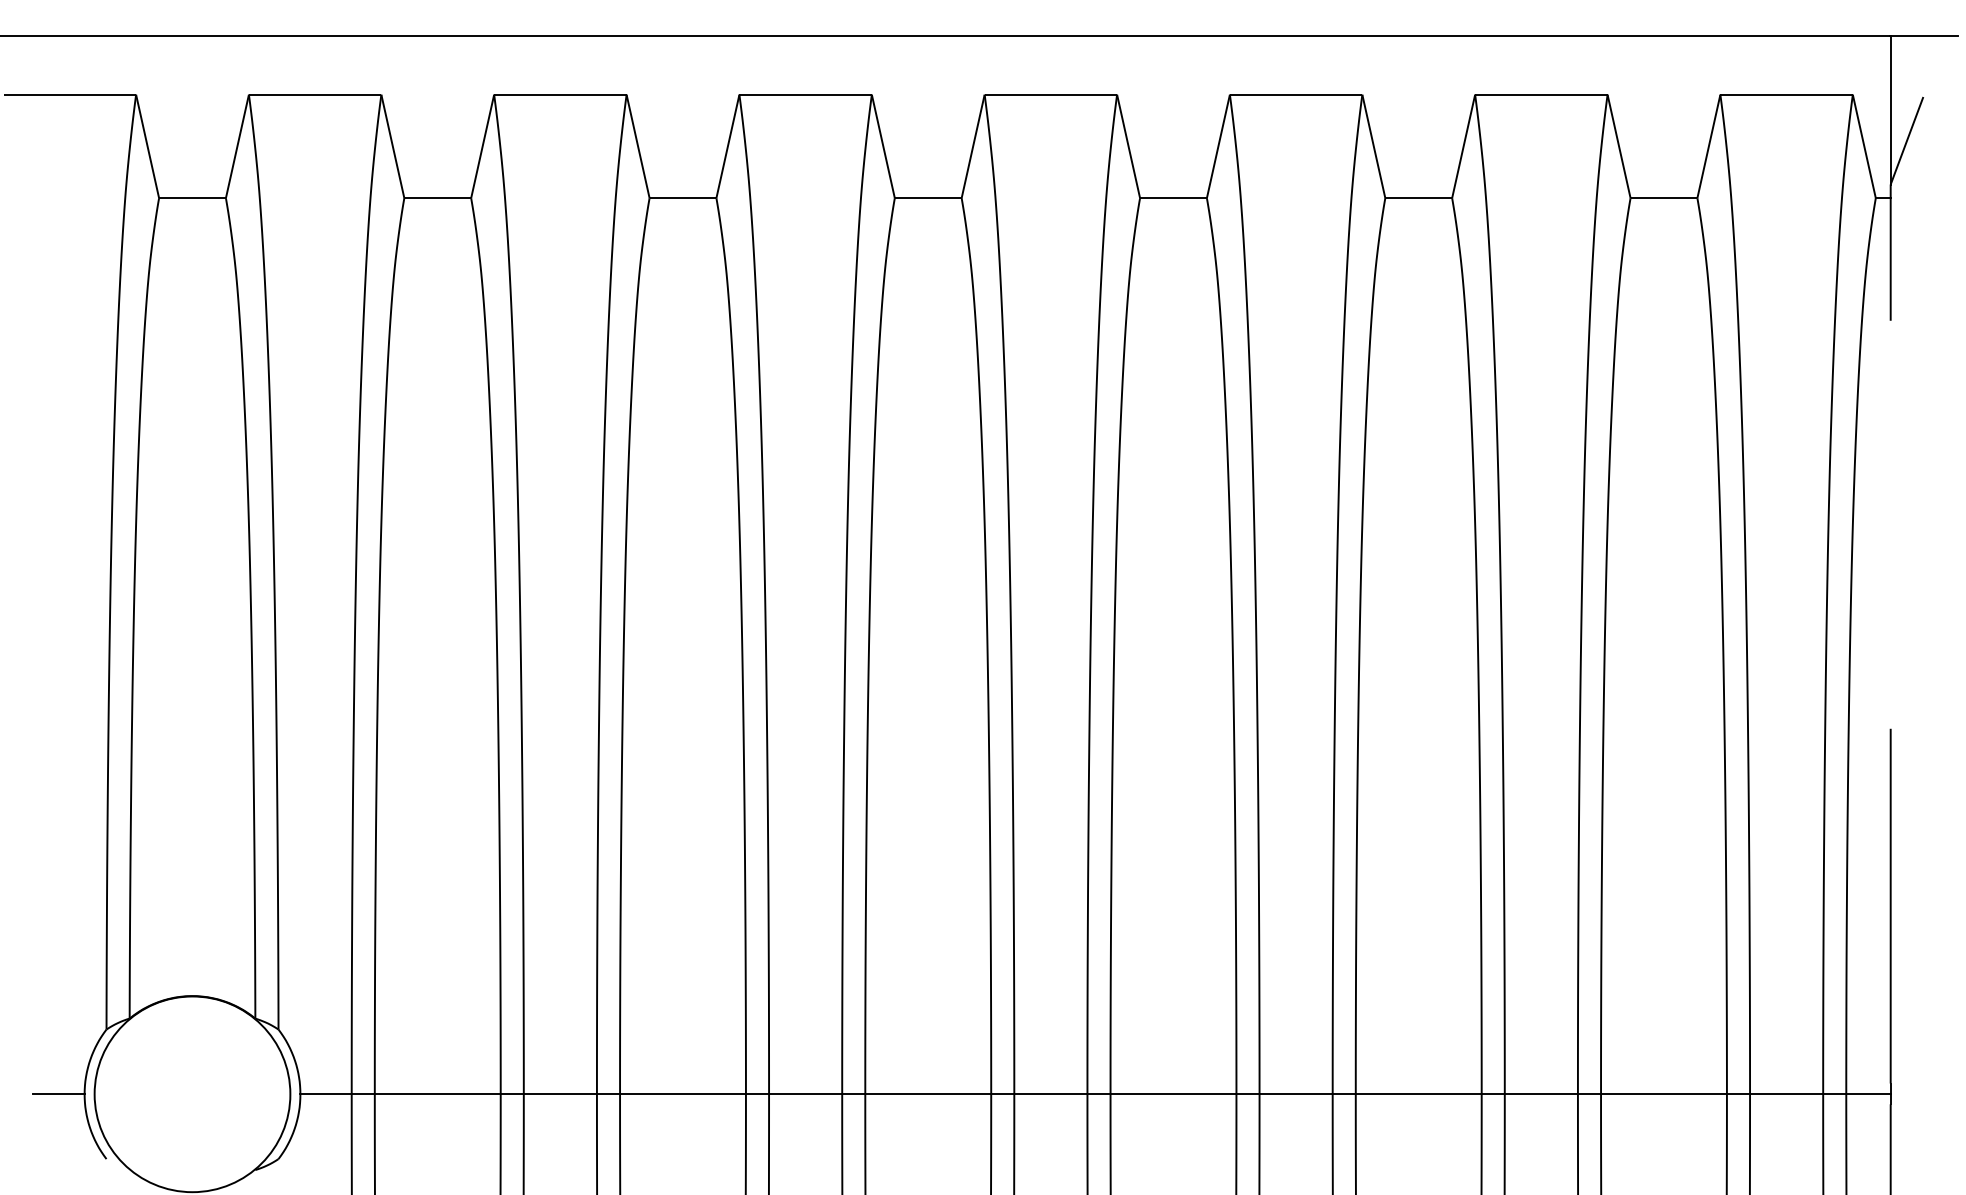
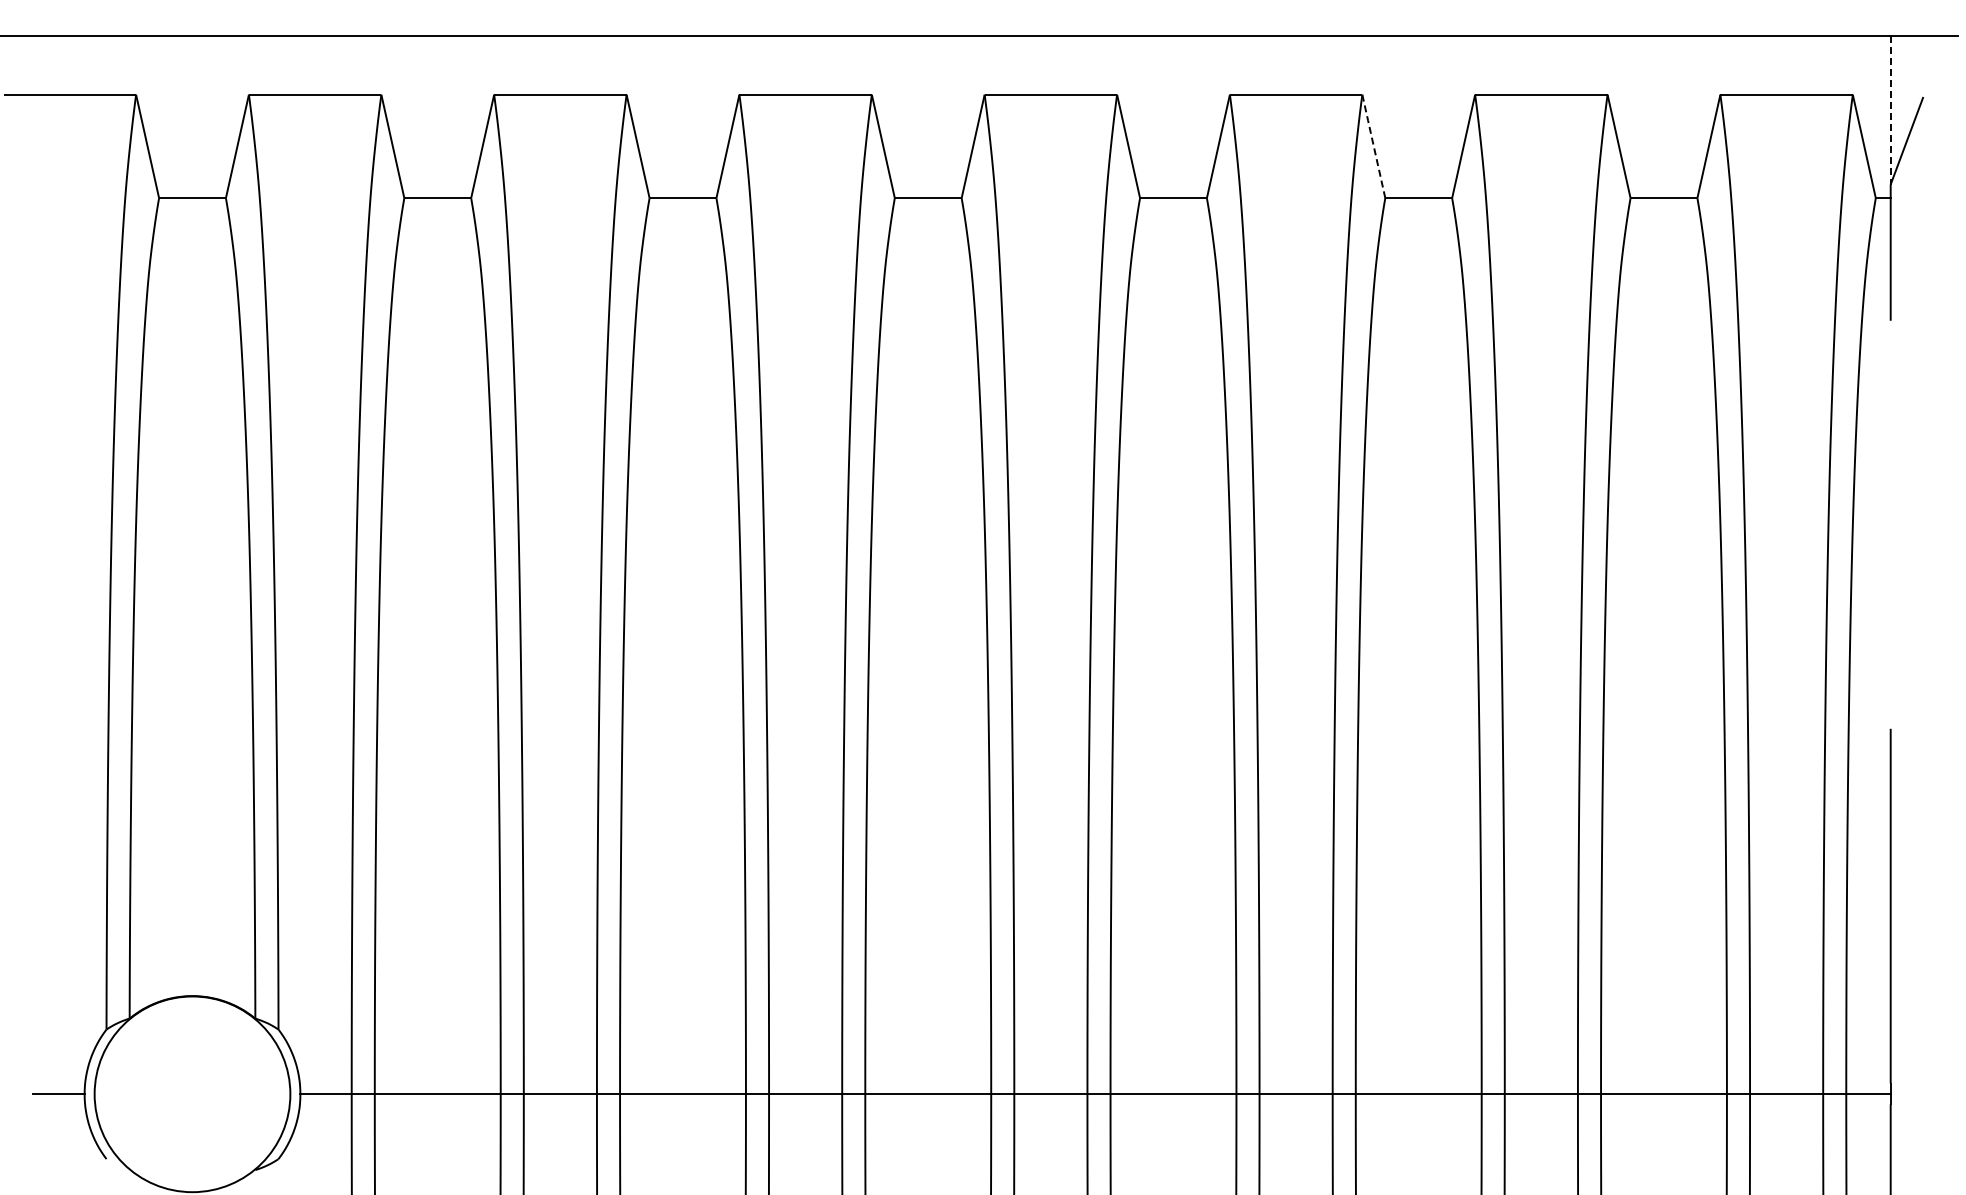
line at (1890, 110): solid -> dashed
line at (1373, 146): solid -> dashed
